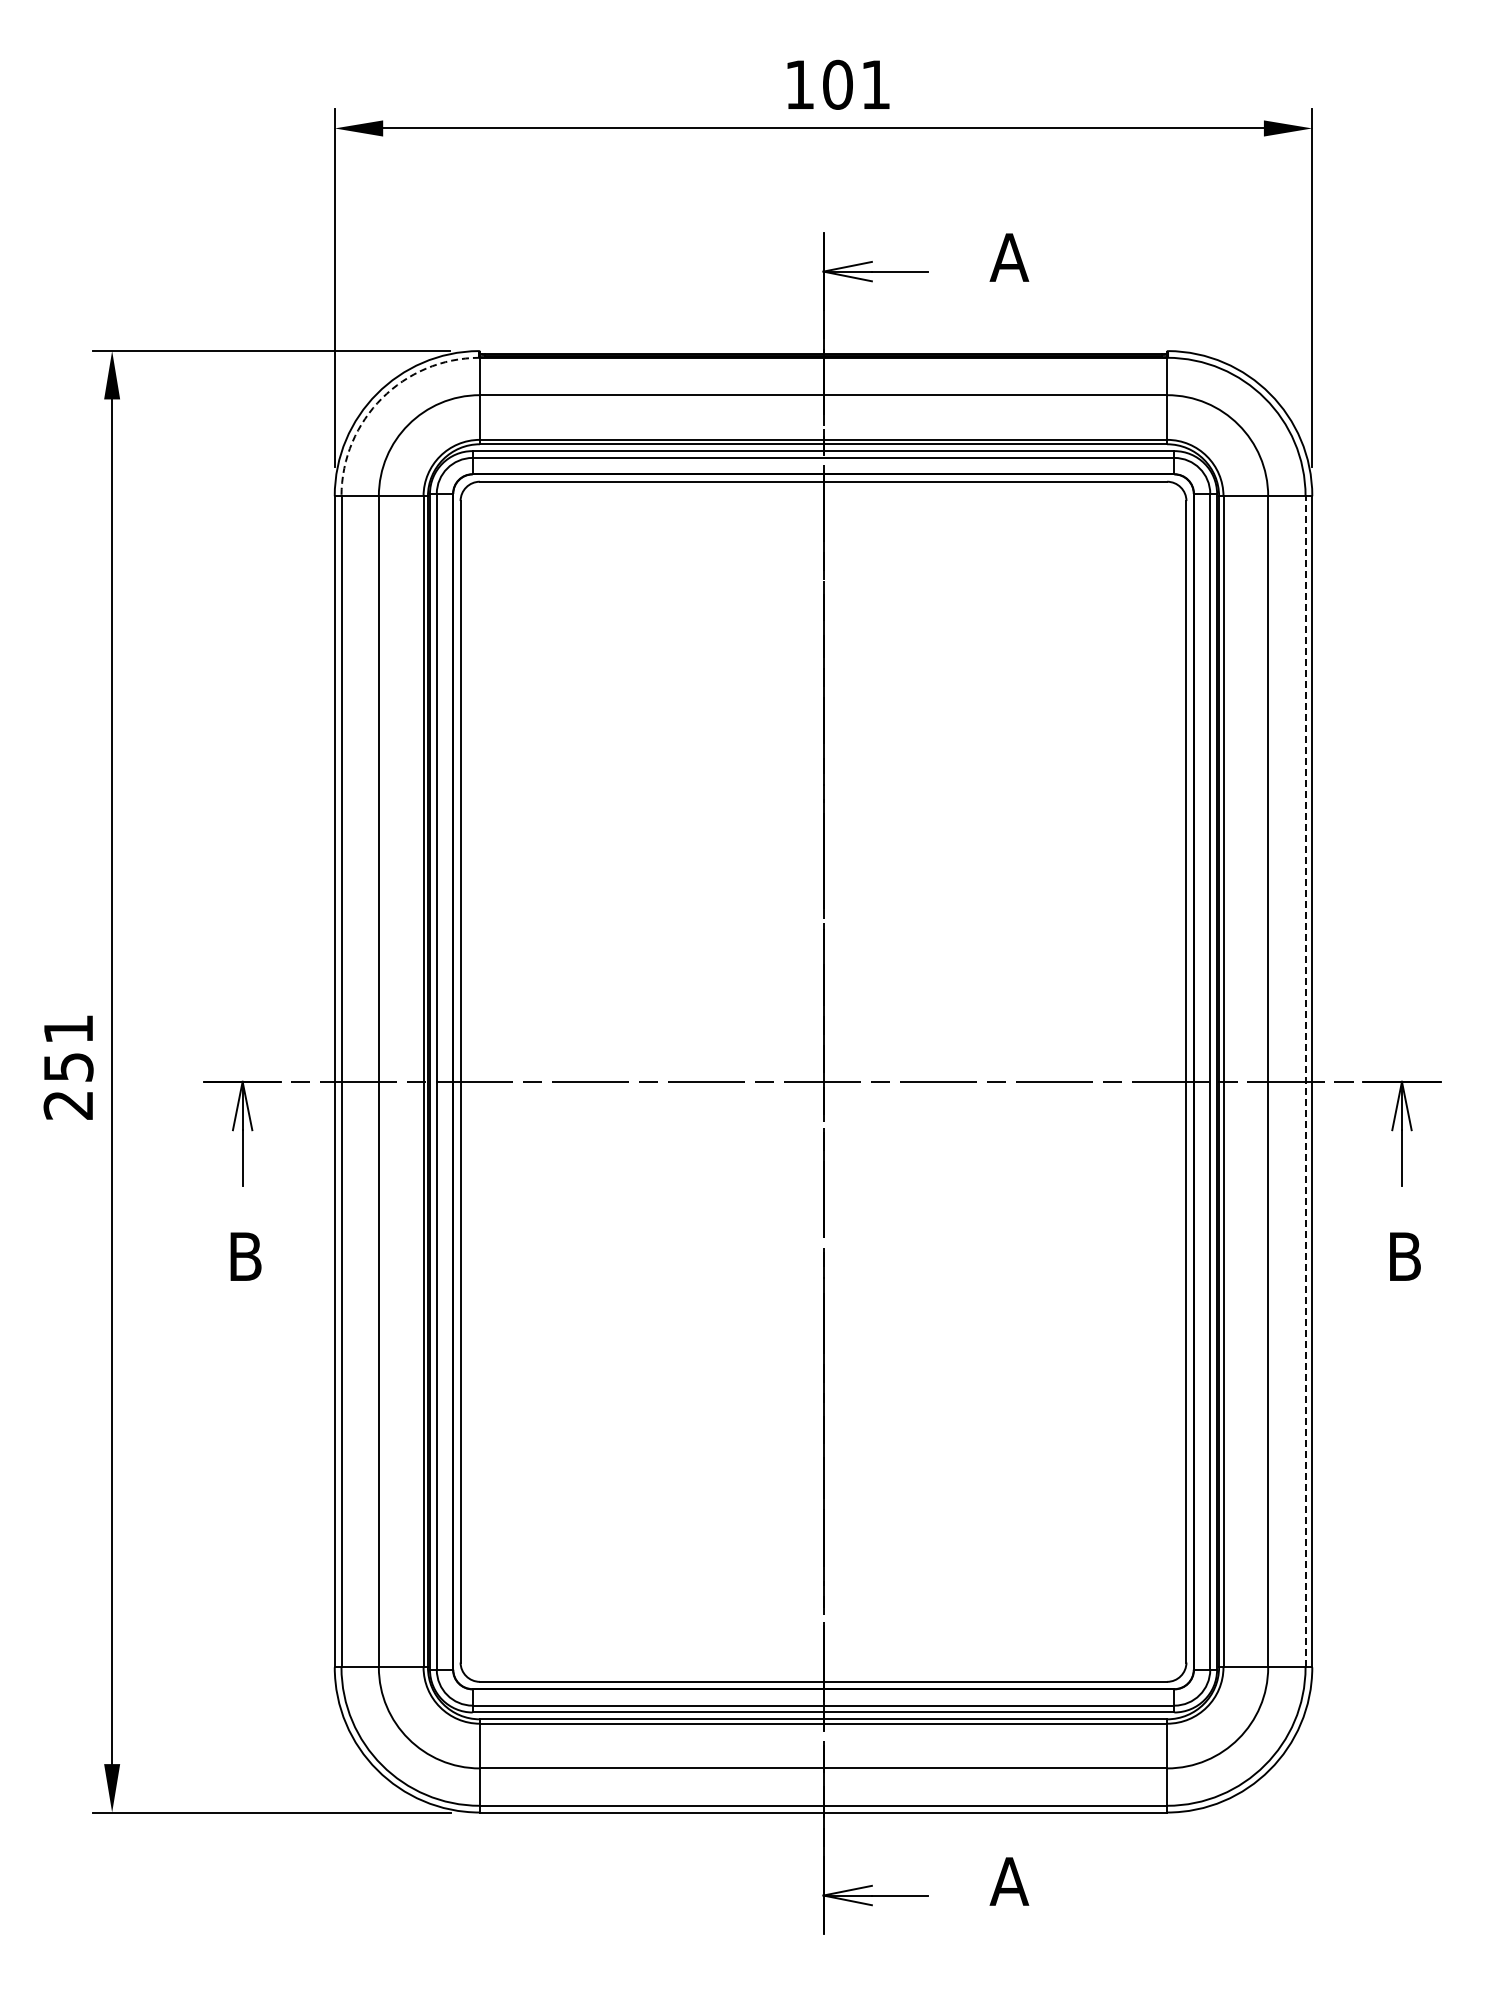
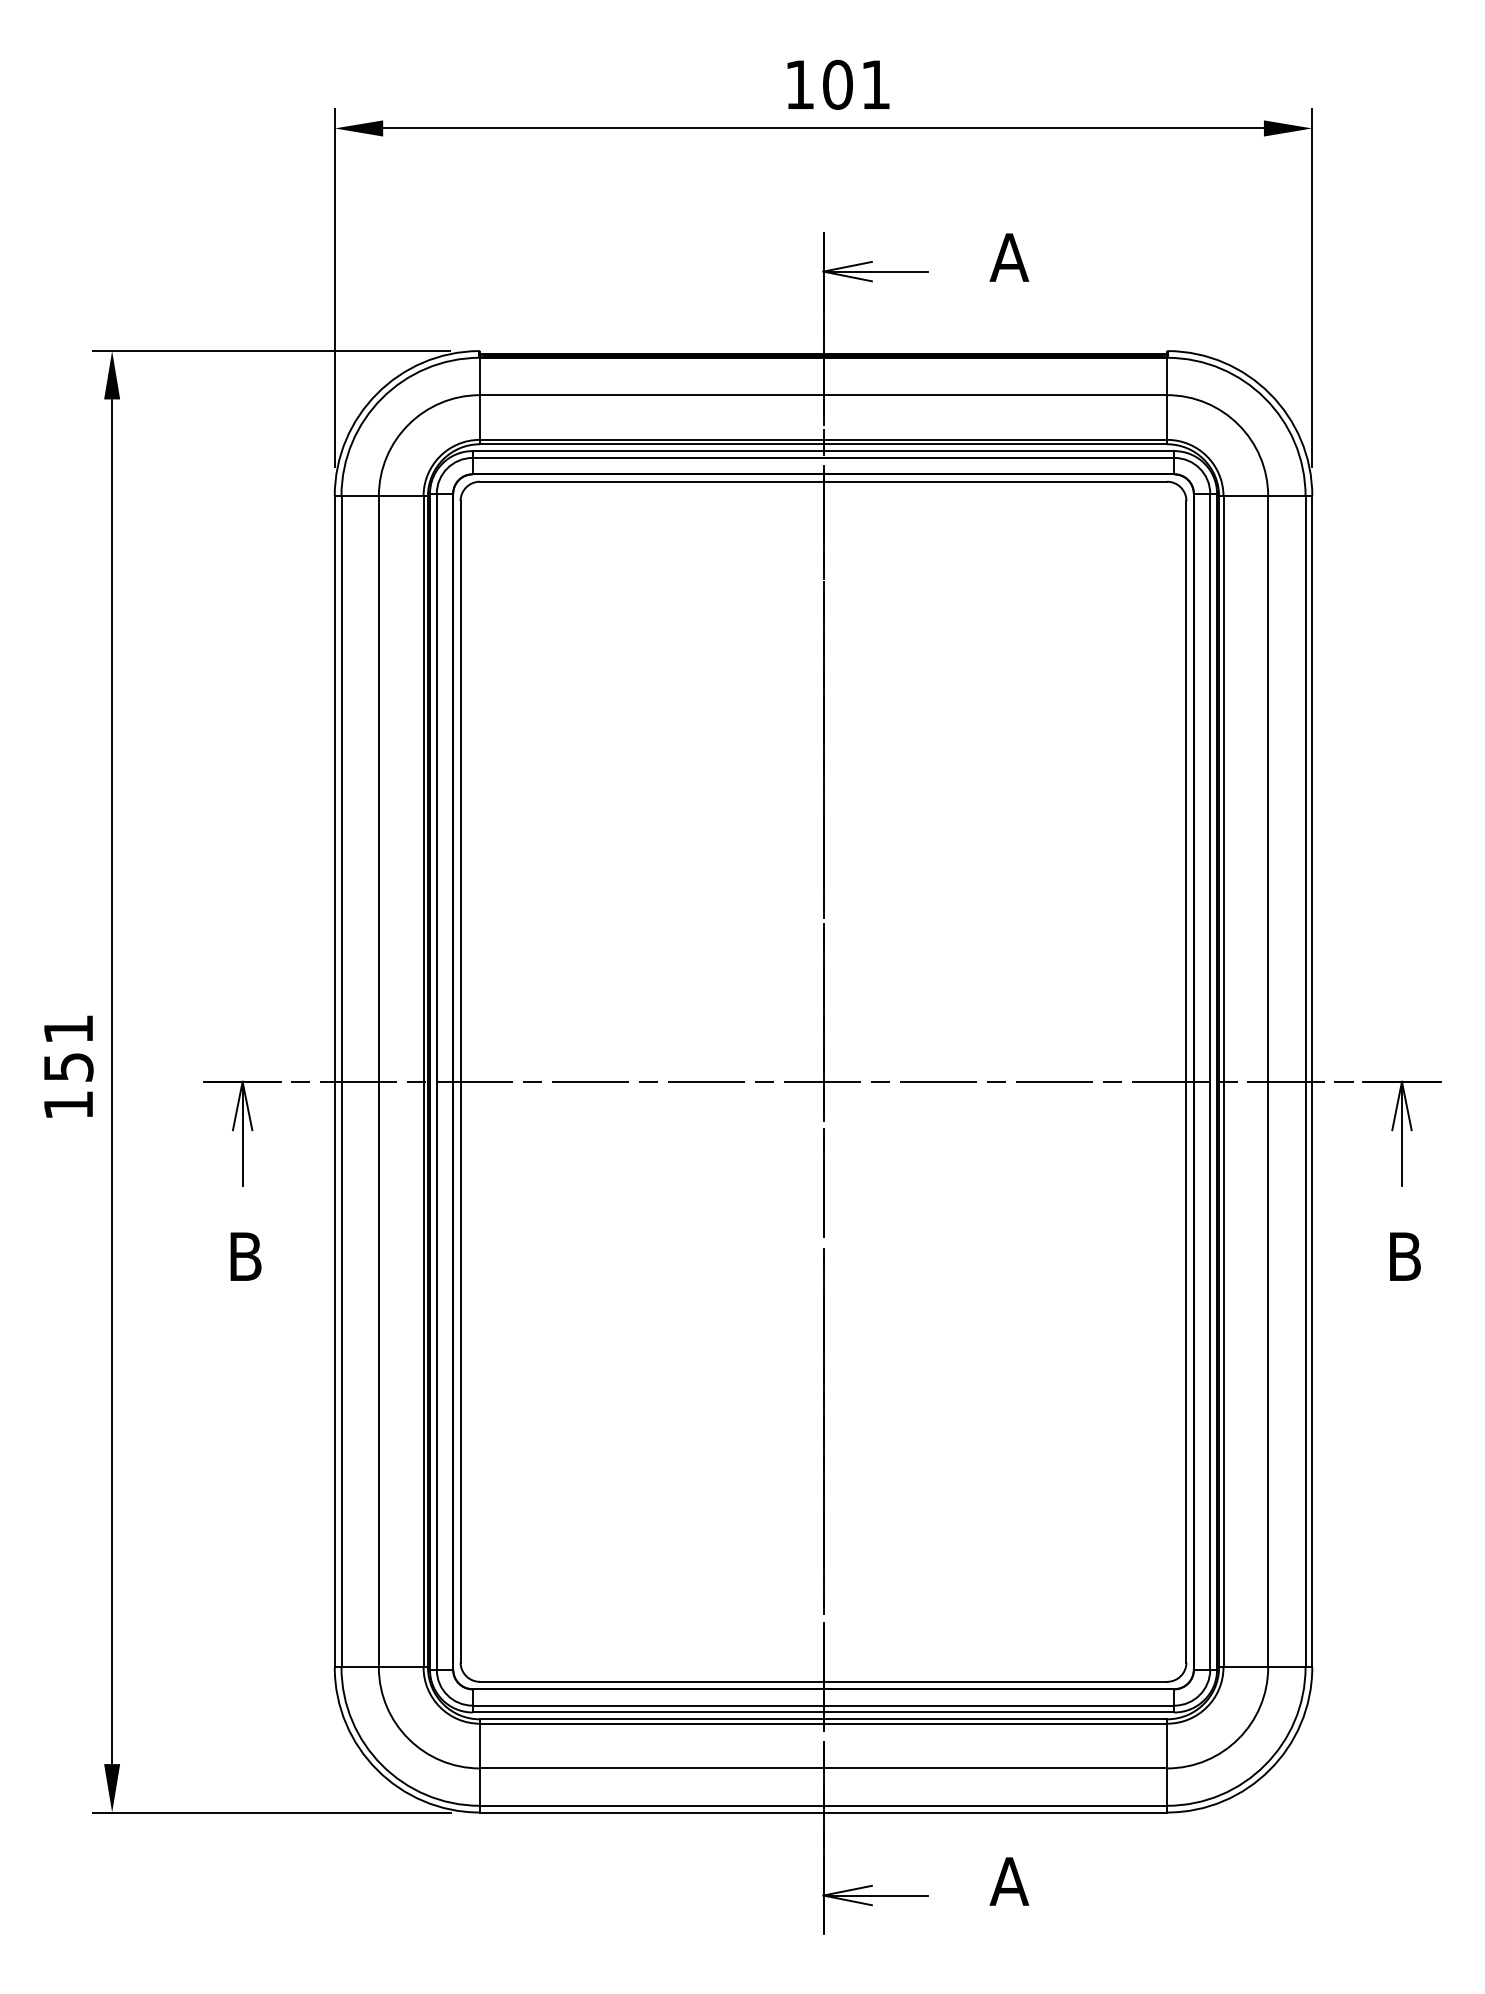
arc at (382, 398): dashed -> solid
line at (1305, 1081): dashed -> solid
text at (67, 1105): 251 -> 151
